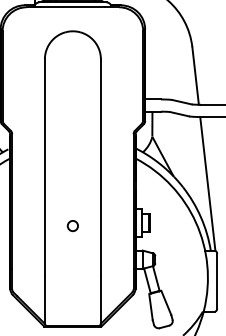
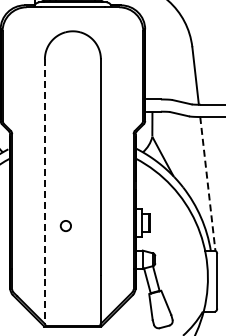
line at (207, 184): solid -> dashed
line at (44, 192): solid -> dashed
circle at (72, 225) position: (72, 225) -> (65, 225)
